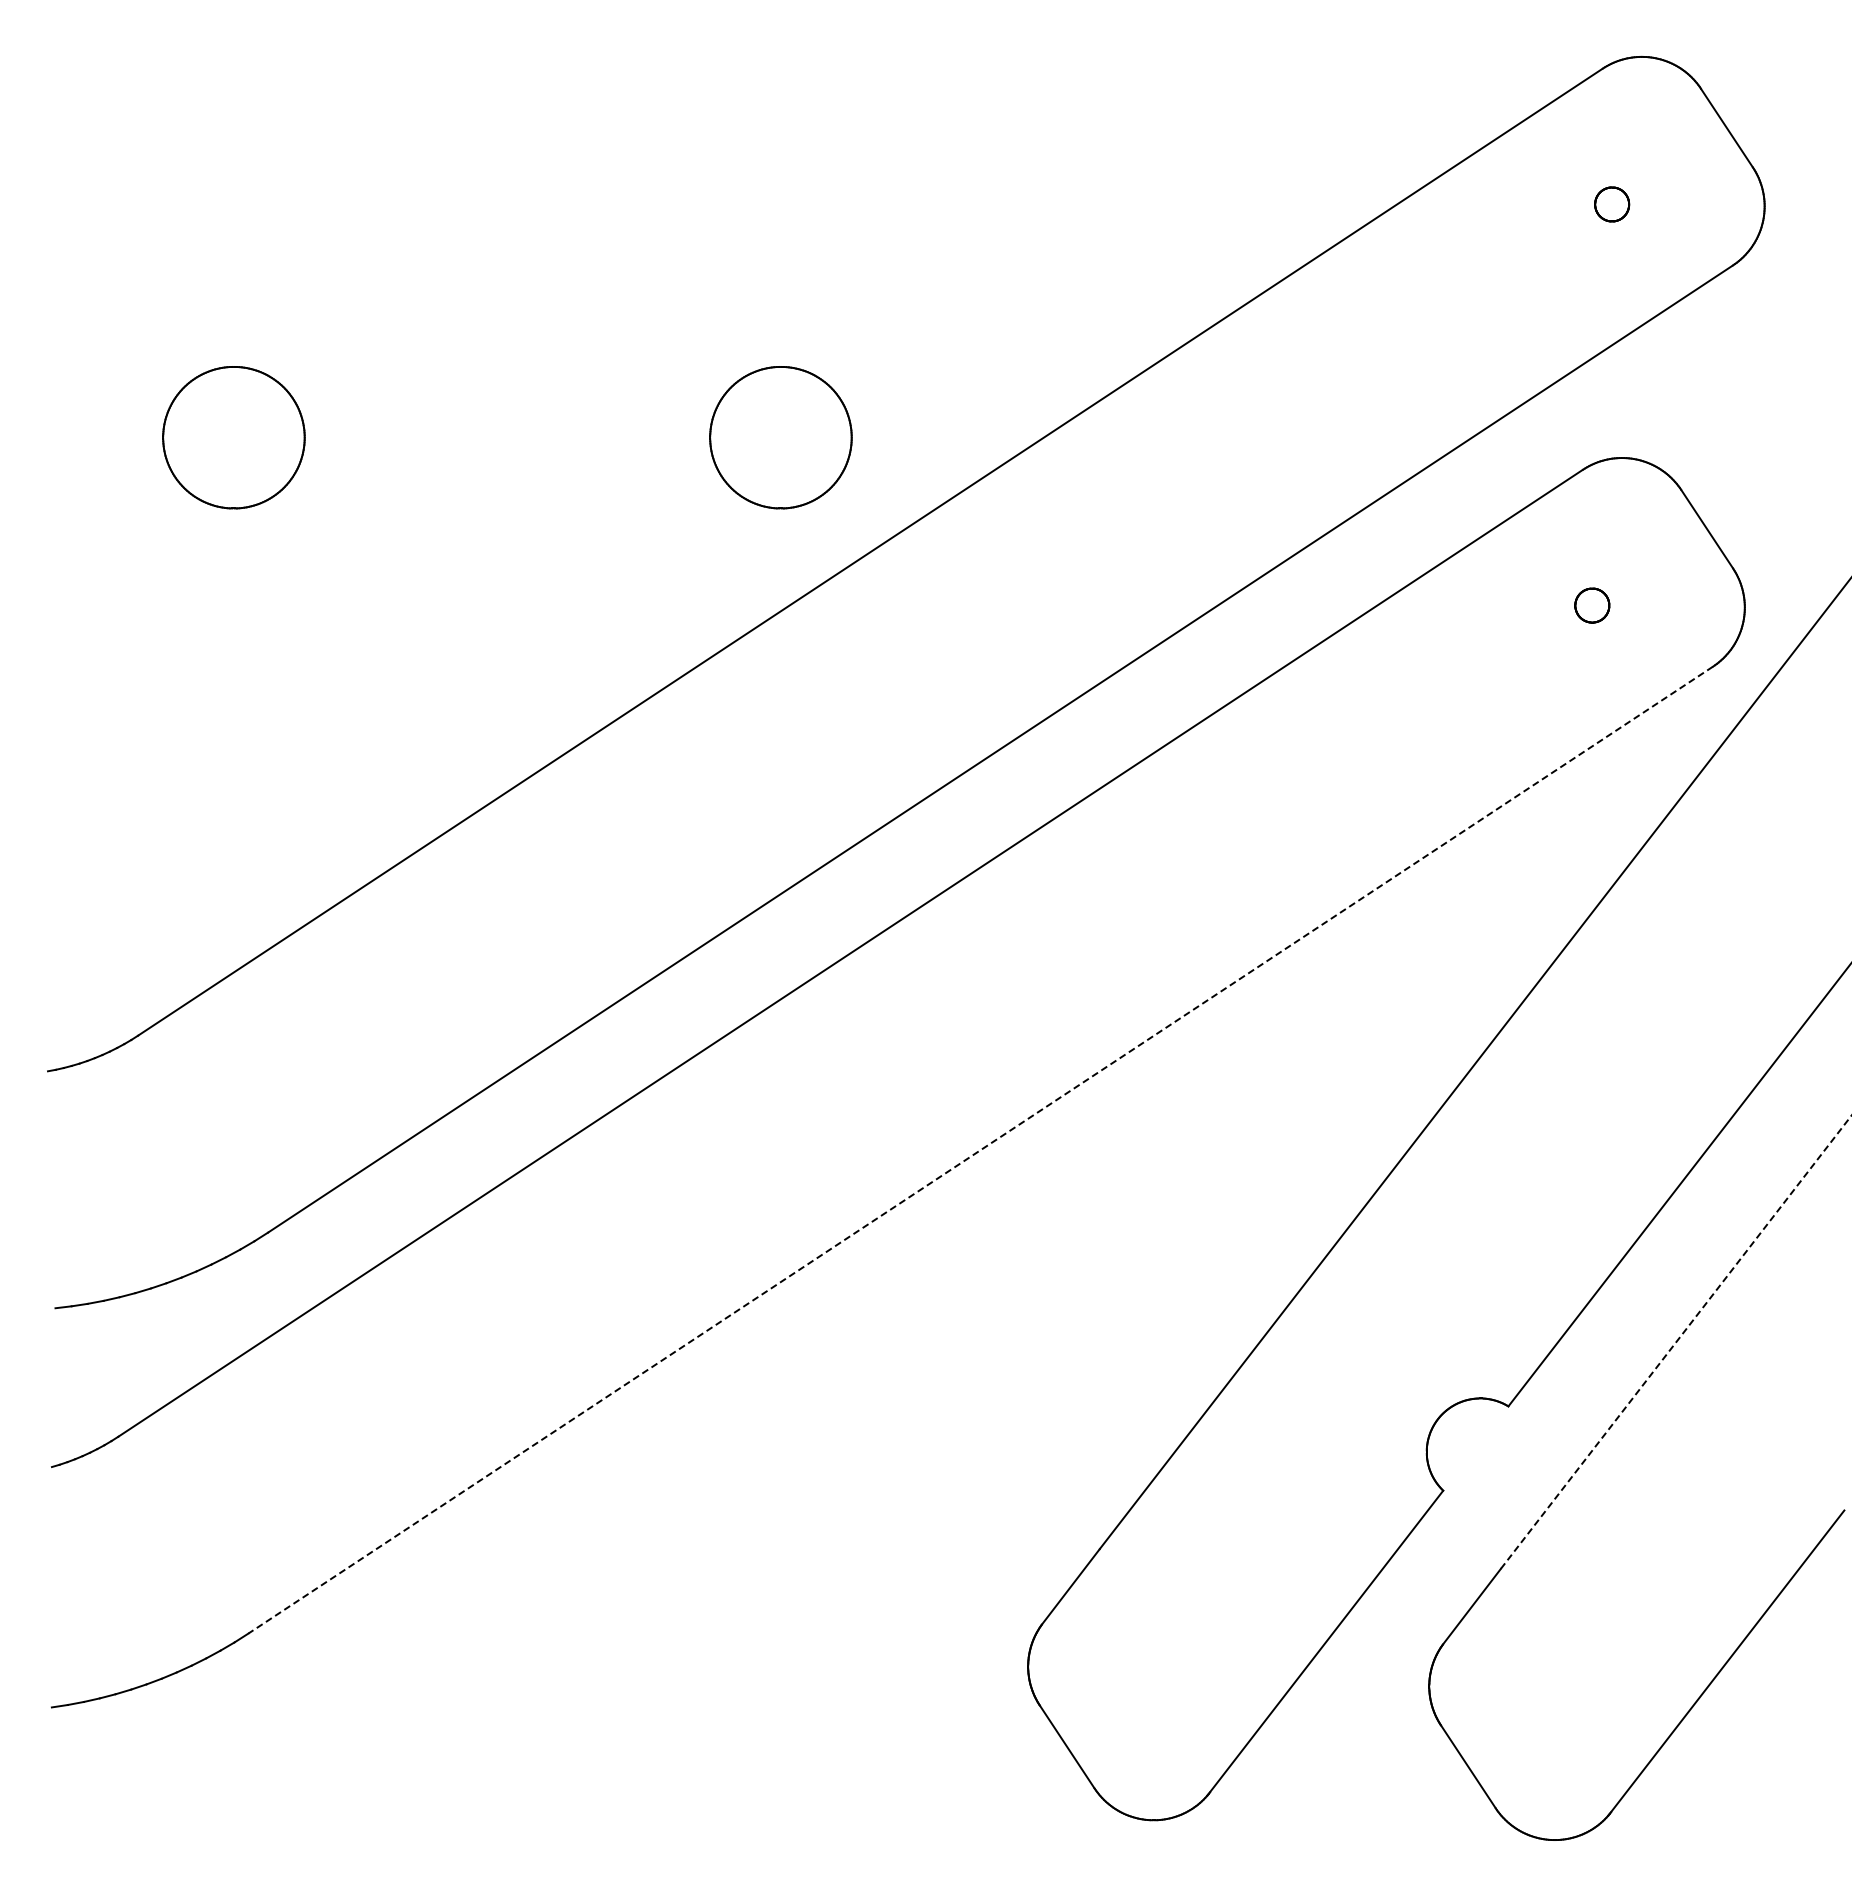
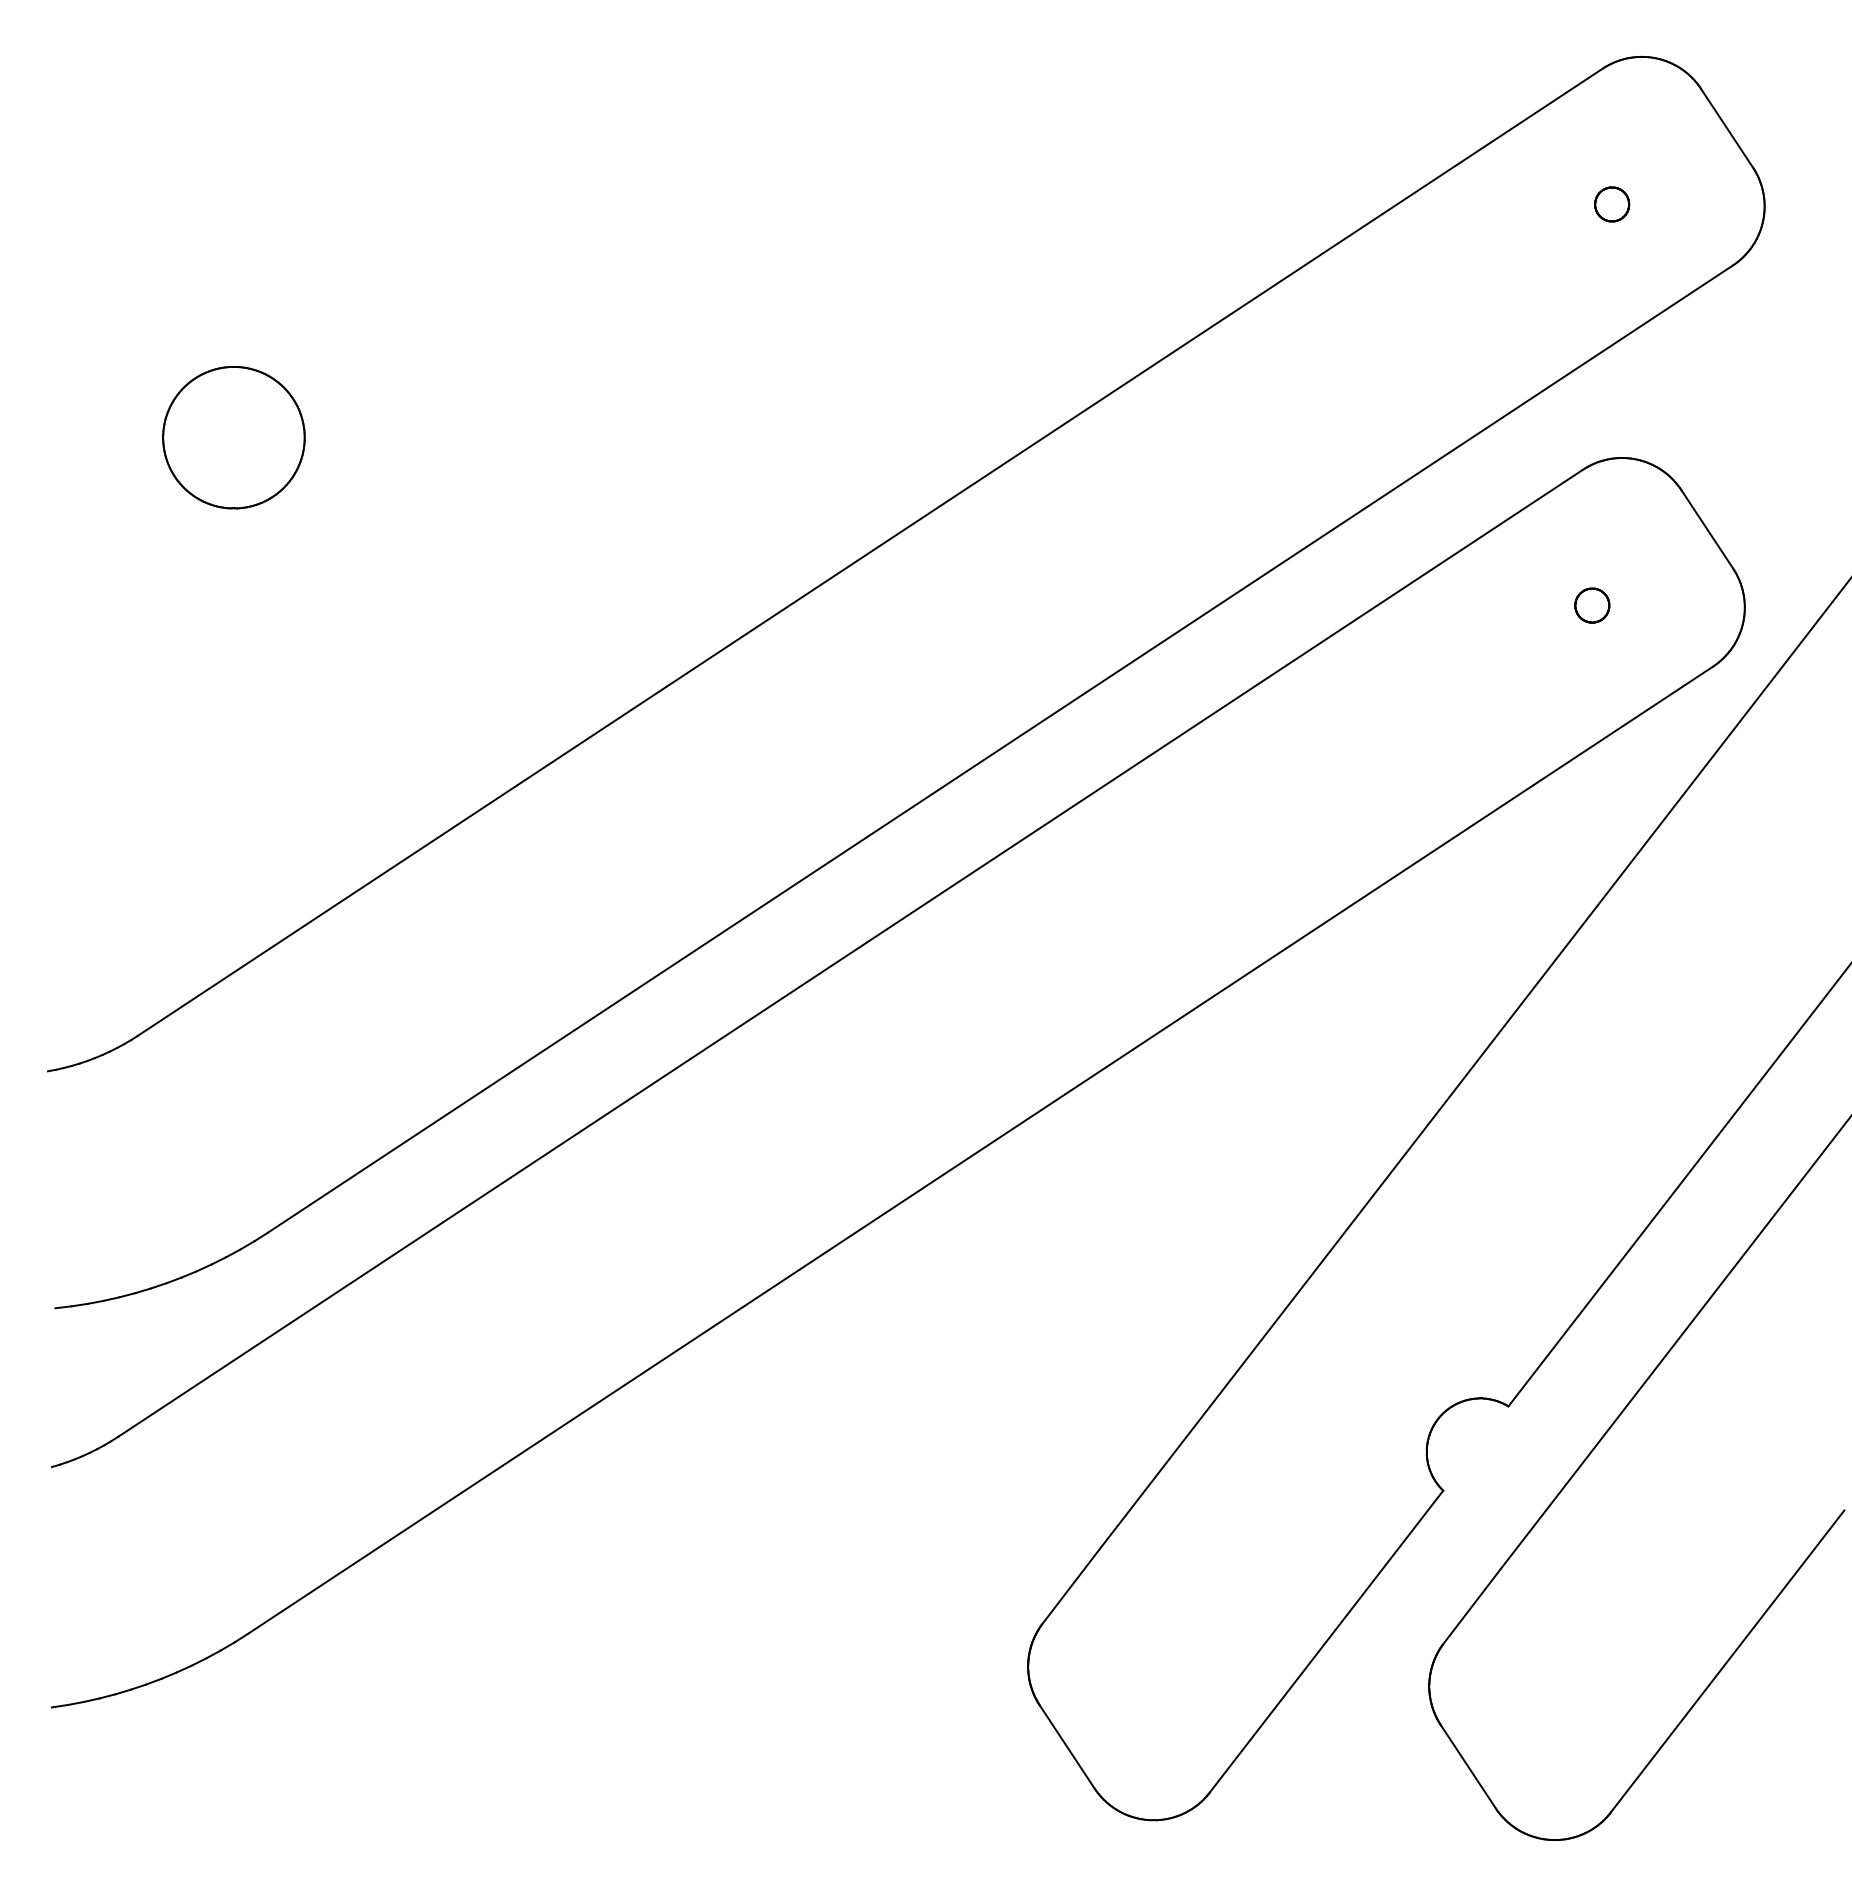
part at (780, 437): present -> none
line at (980, 1150): dashed -> solid
line at (1676, 1341): dashed -> solid
